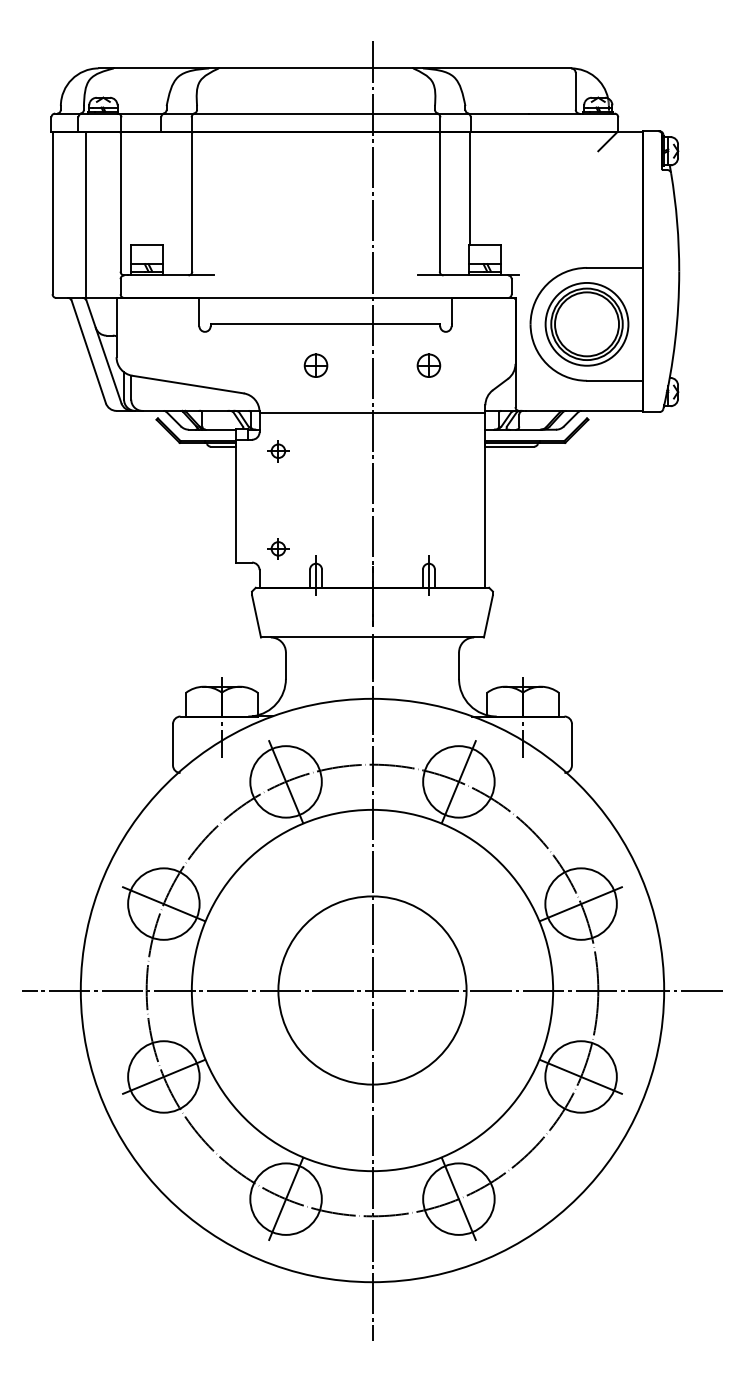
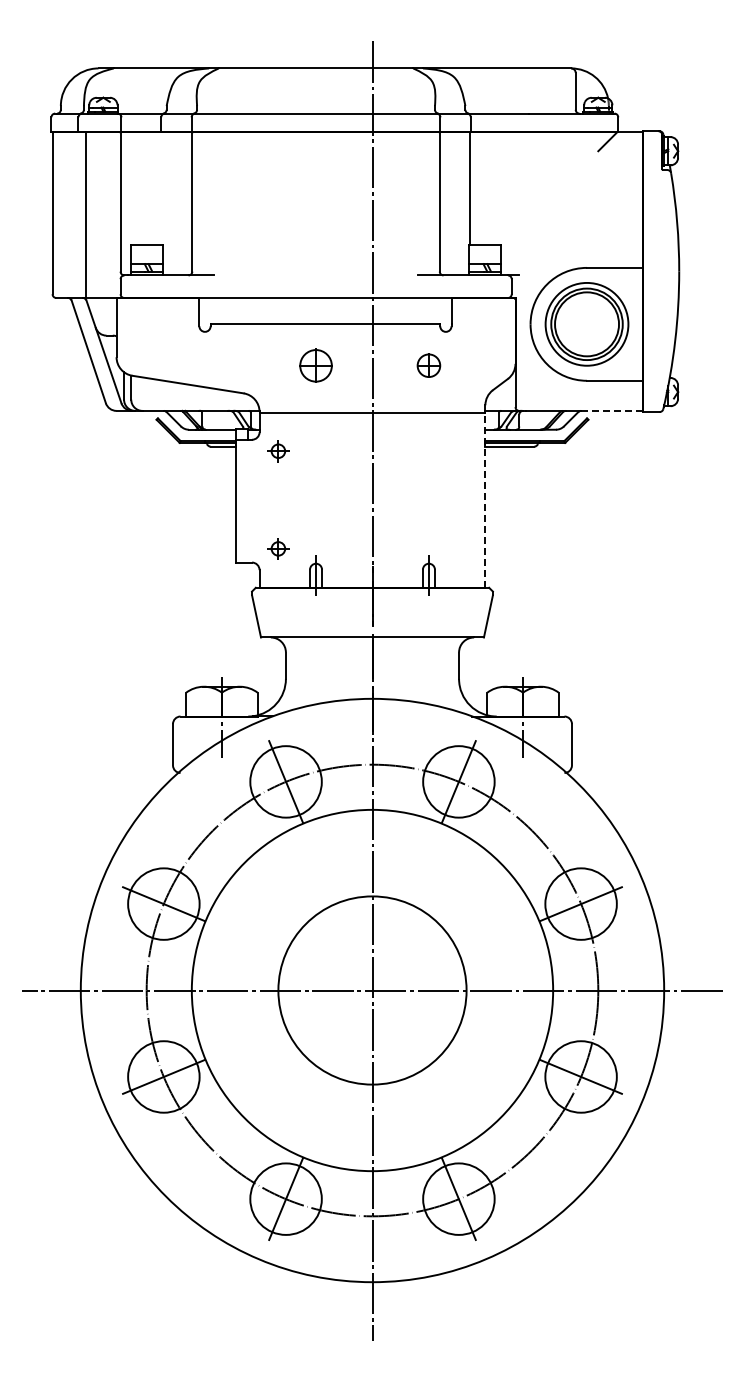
part at (315, 365) size: 26x25 px -> 34x35 px
line at (612, 410): solid -> dashed
line at (485, 499): solid -> dashed
